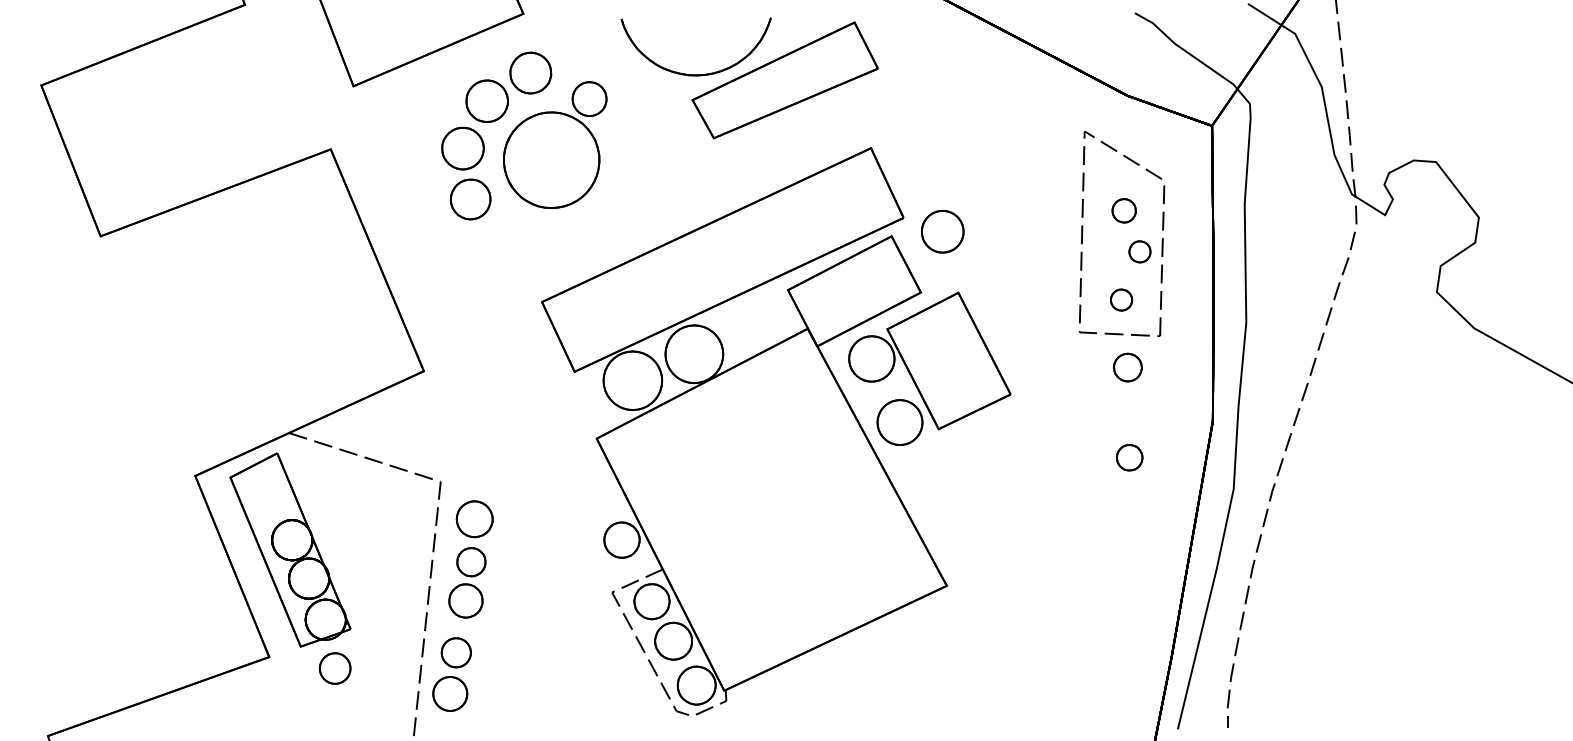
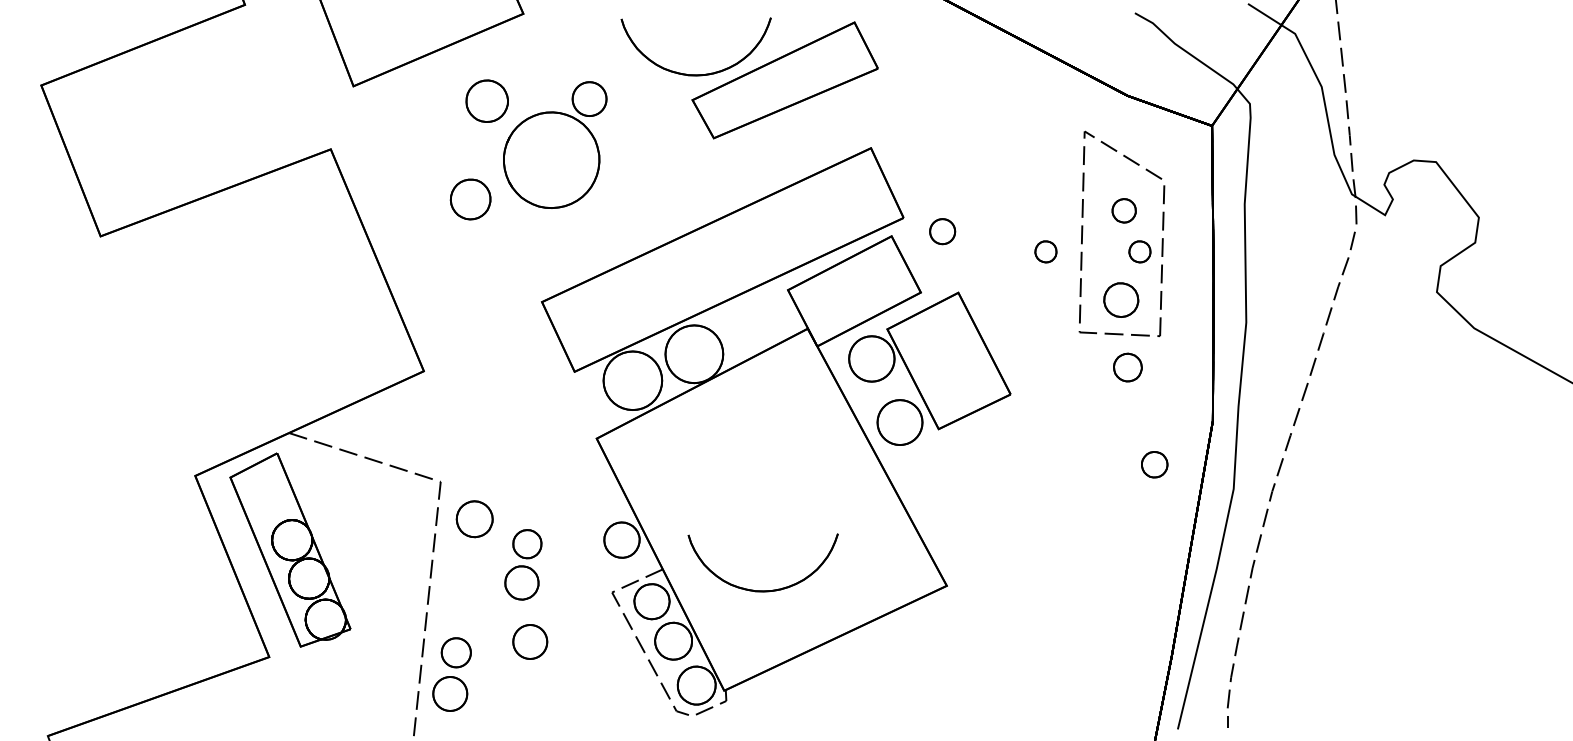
part at (530, 72): present -> none
part at (462, 148): present -> none
part at (942, 231) size: 45x45 px -> 28x28 px
part at (1045, 251): none -> present
part at (1121, 299) size: 24x24 px -> 37x36 px
part at (1129, 457) position: (1129, 457) -> (1154, 464)
part at (467, 582) position: (467, 582) -> (523, 564)
part at (762, 590): none -> present
part at (530, 641): none -> present
part at (334, 668): present -> none
